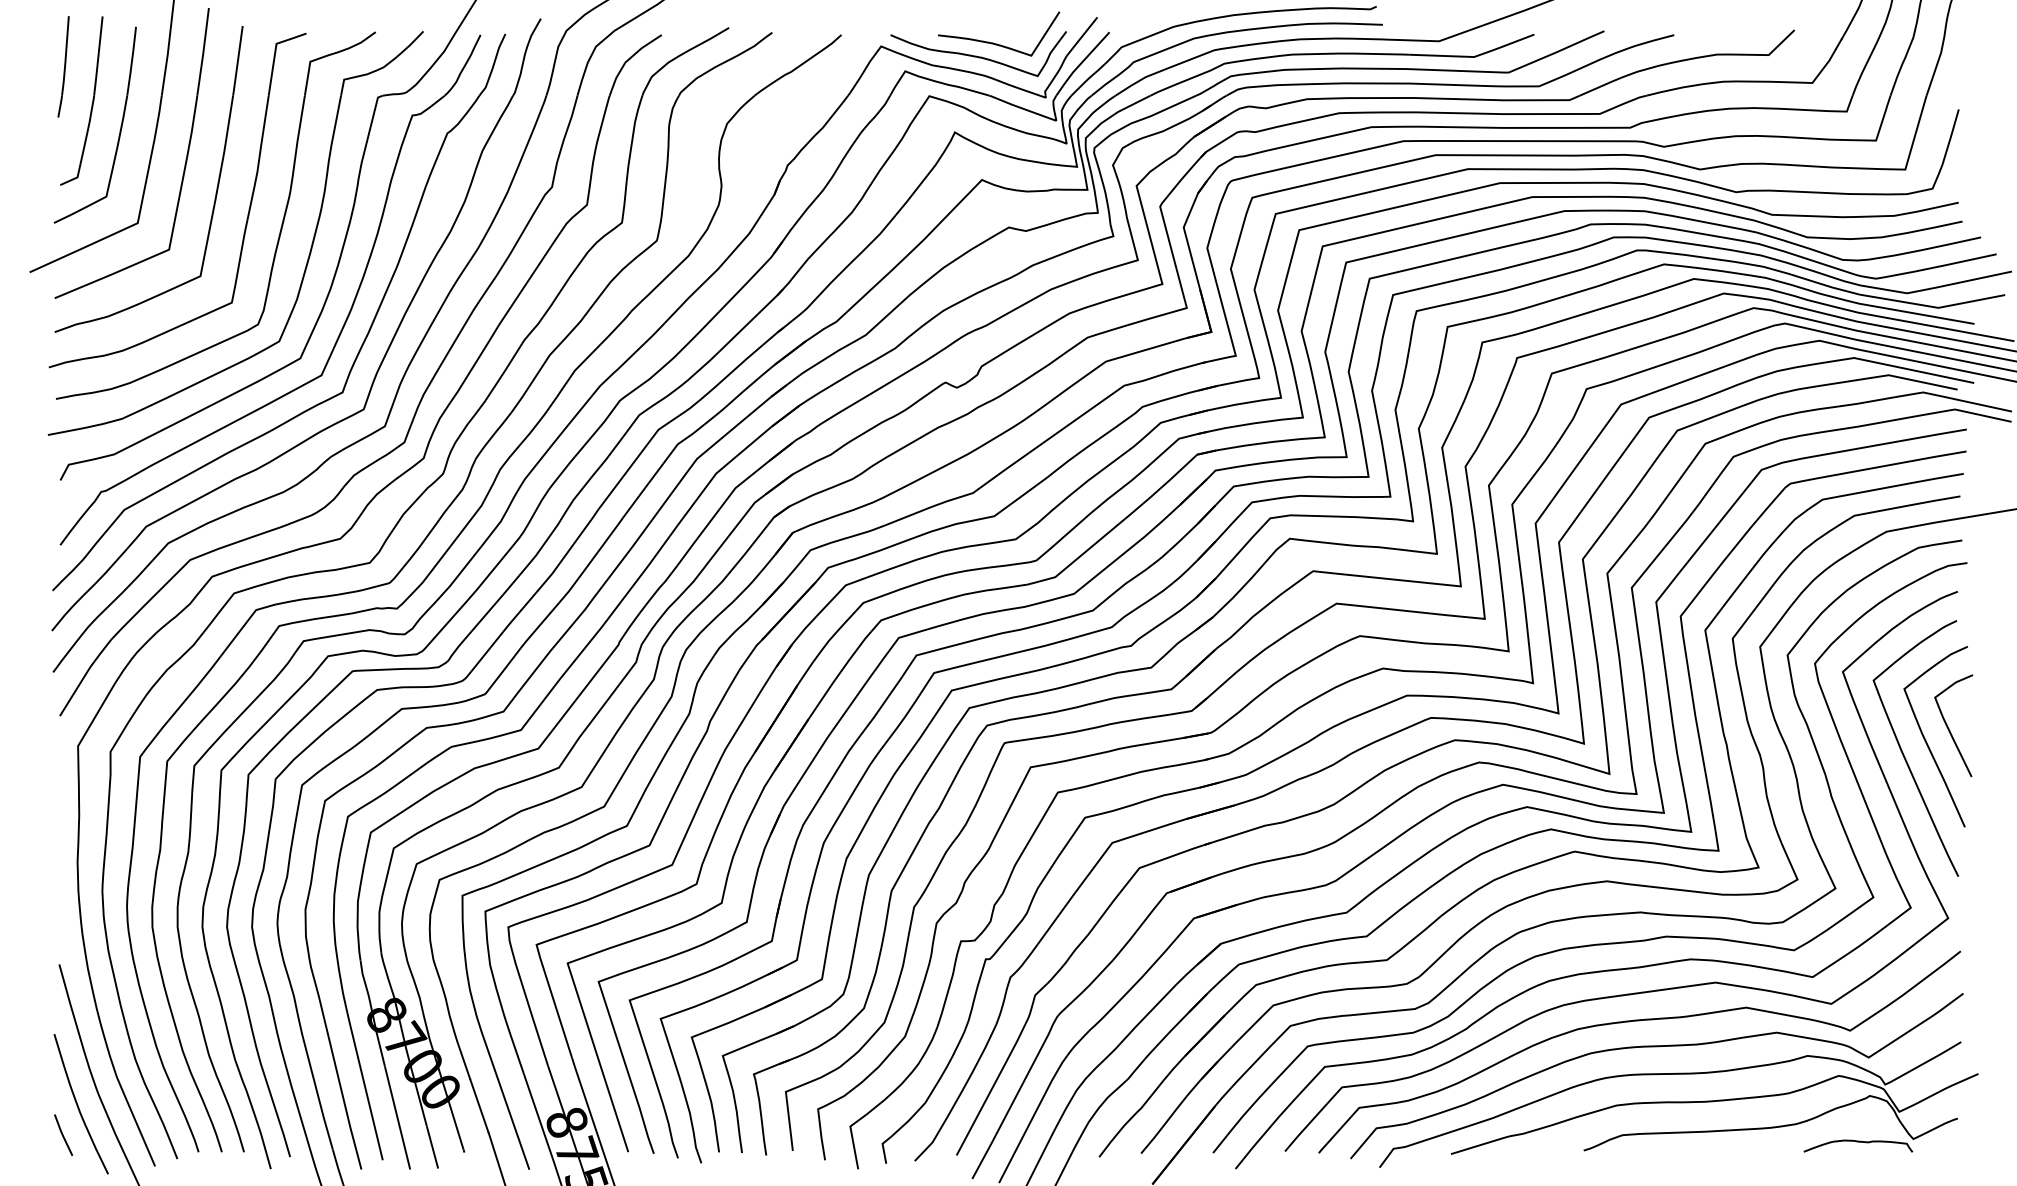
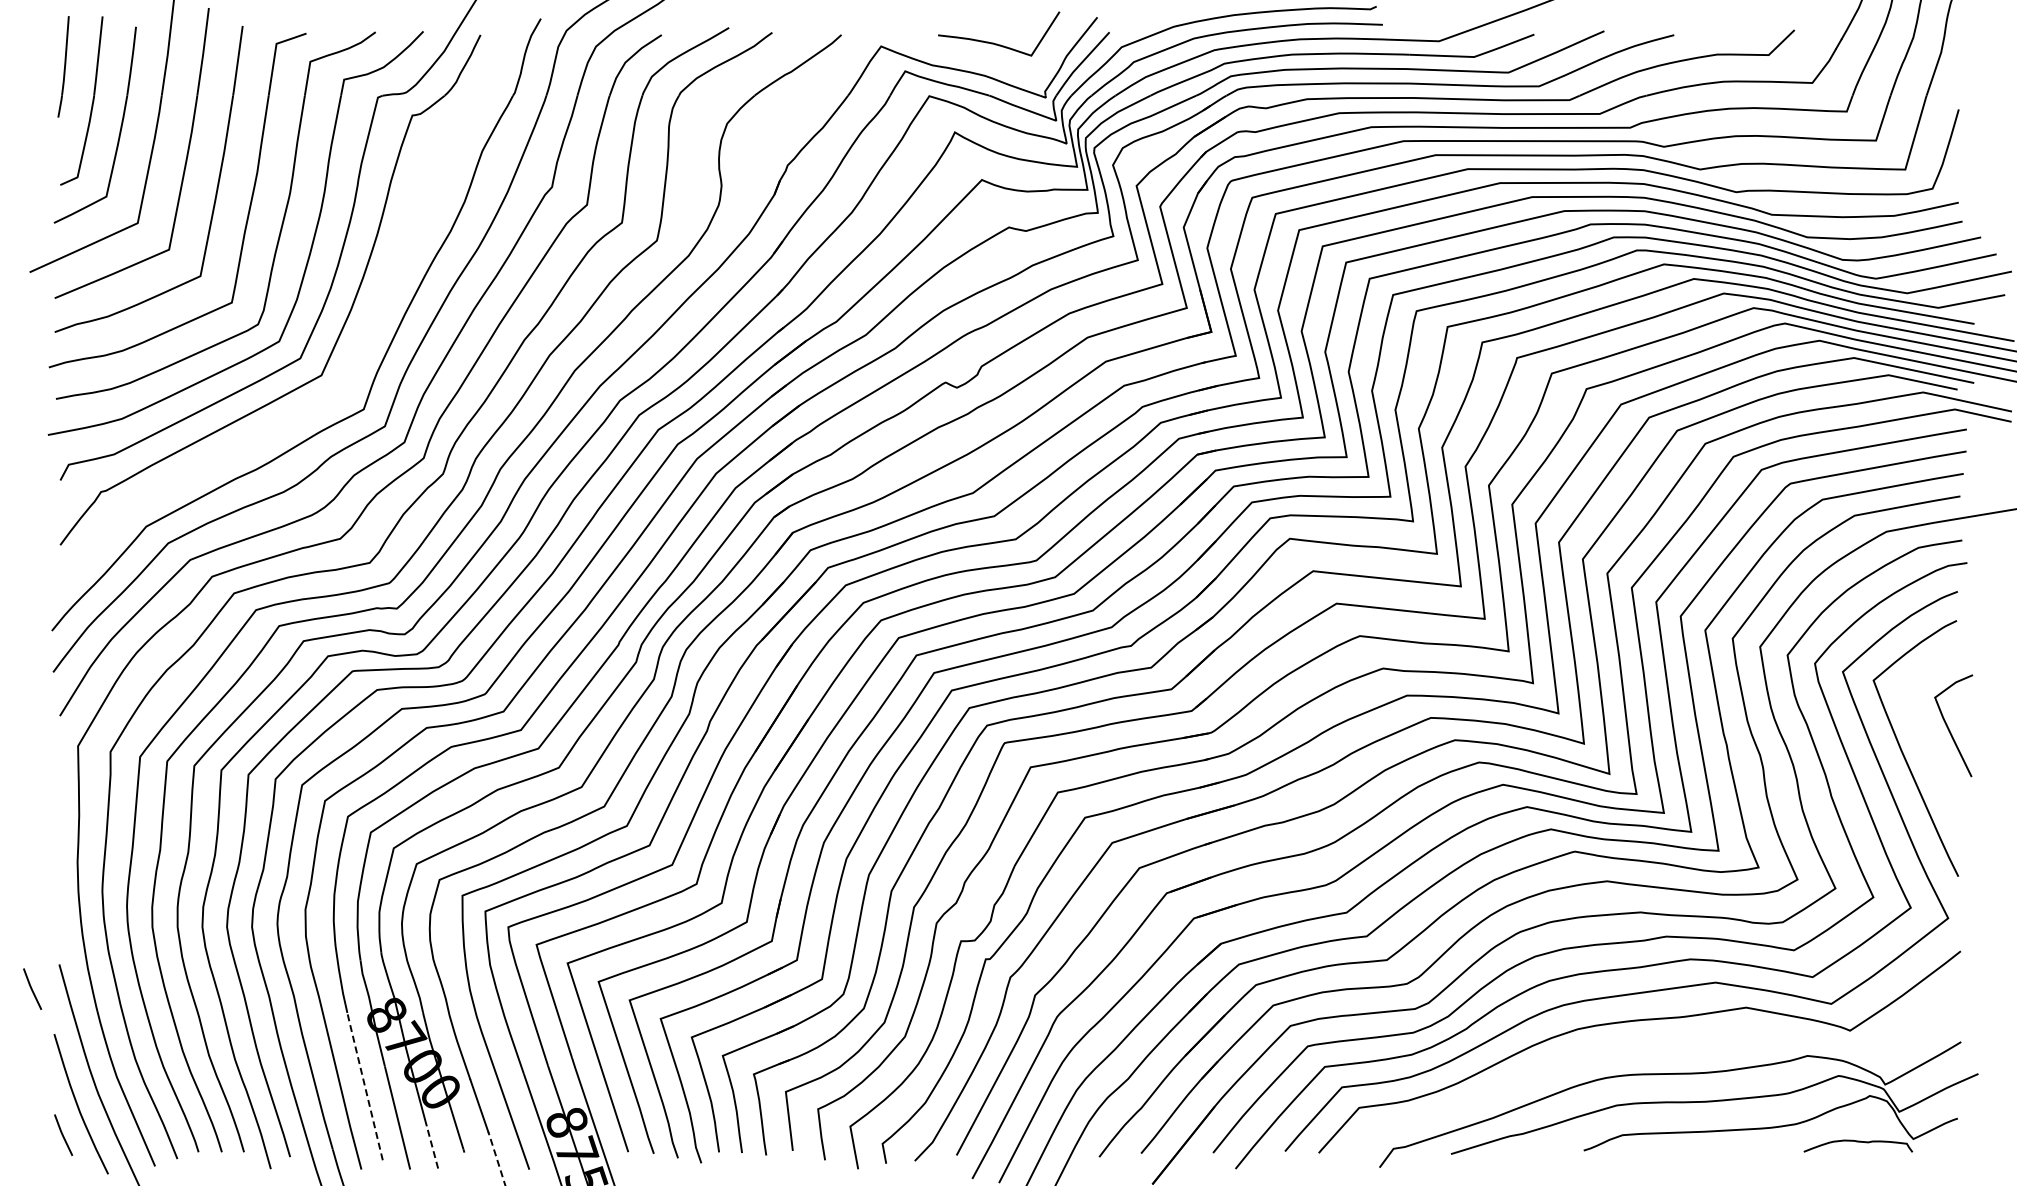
curve at (976, 55): present -> none
part at (359, 348): present -> none
curve at (1926, 740): present -> none
line at (32, 988): none -> present
curve at (1656, 1047): present -> none
line at (364, 1085): solid -> dashed
line at (432, 1147): solid -> dashed
line at (496, 1157): solid -> dashed
